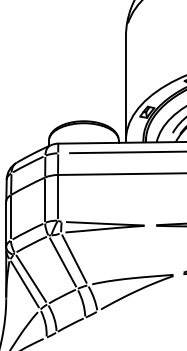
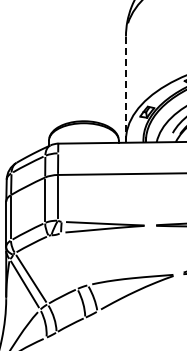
line at (125, 88): solid -> dashed
line at (126, 152): present -> none
line at (74, 258): present -> none
line at (62, 262): present -> none
